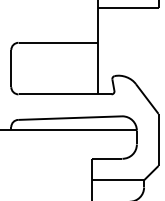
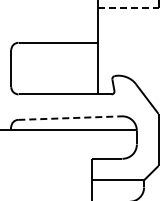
line at (128, 7): solid -> dashed
line at (70, 118): solid -> dashed
